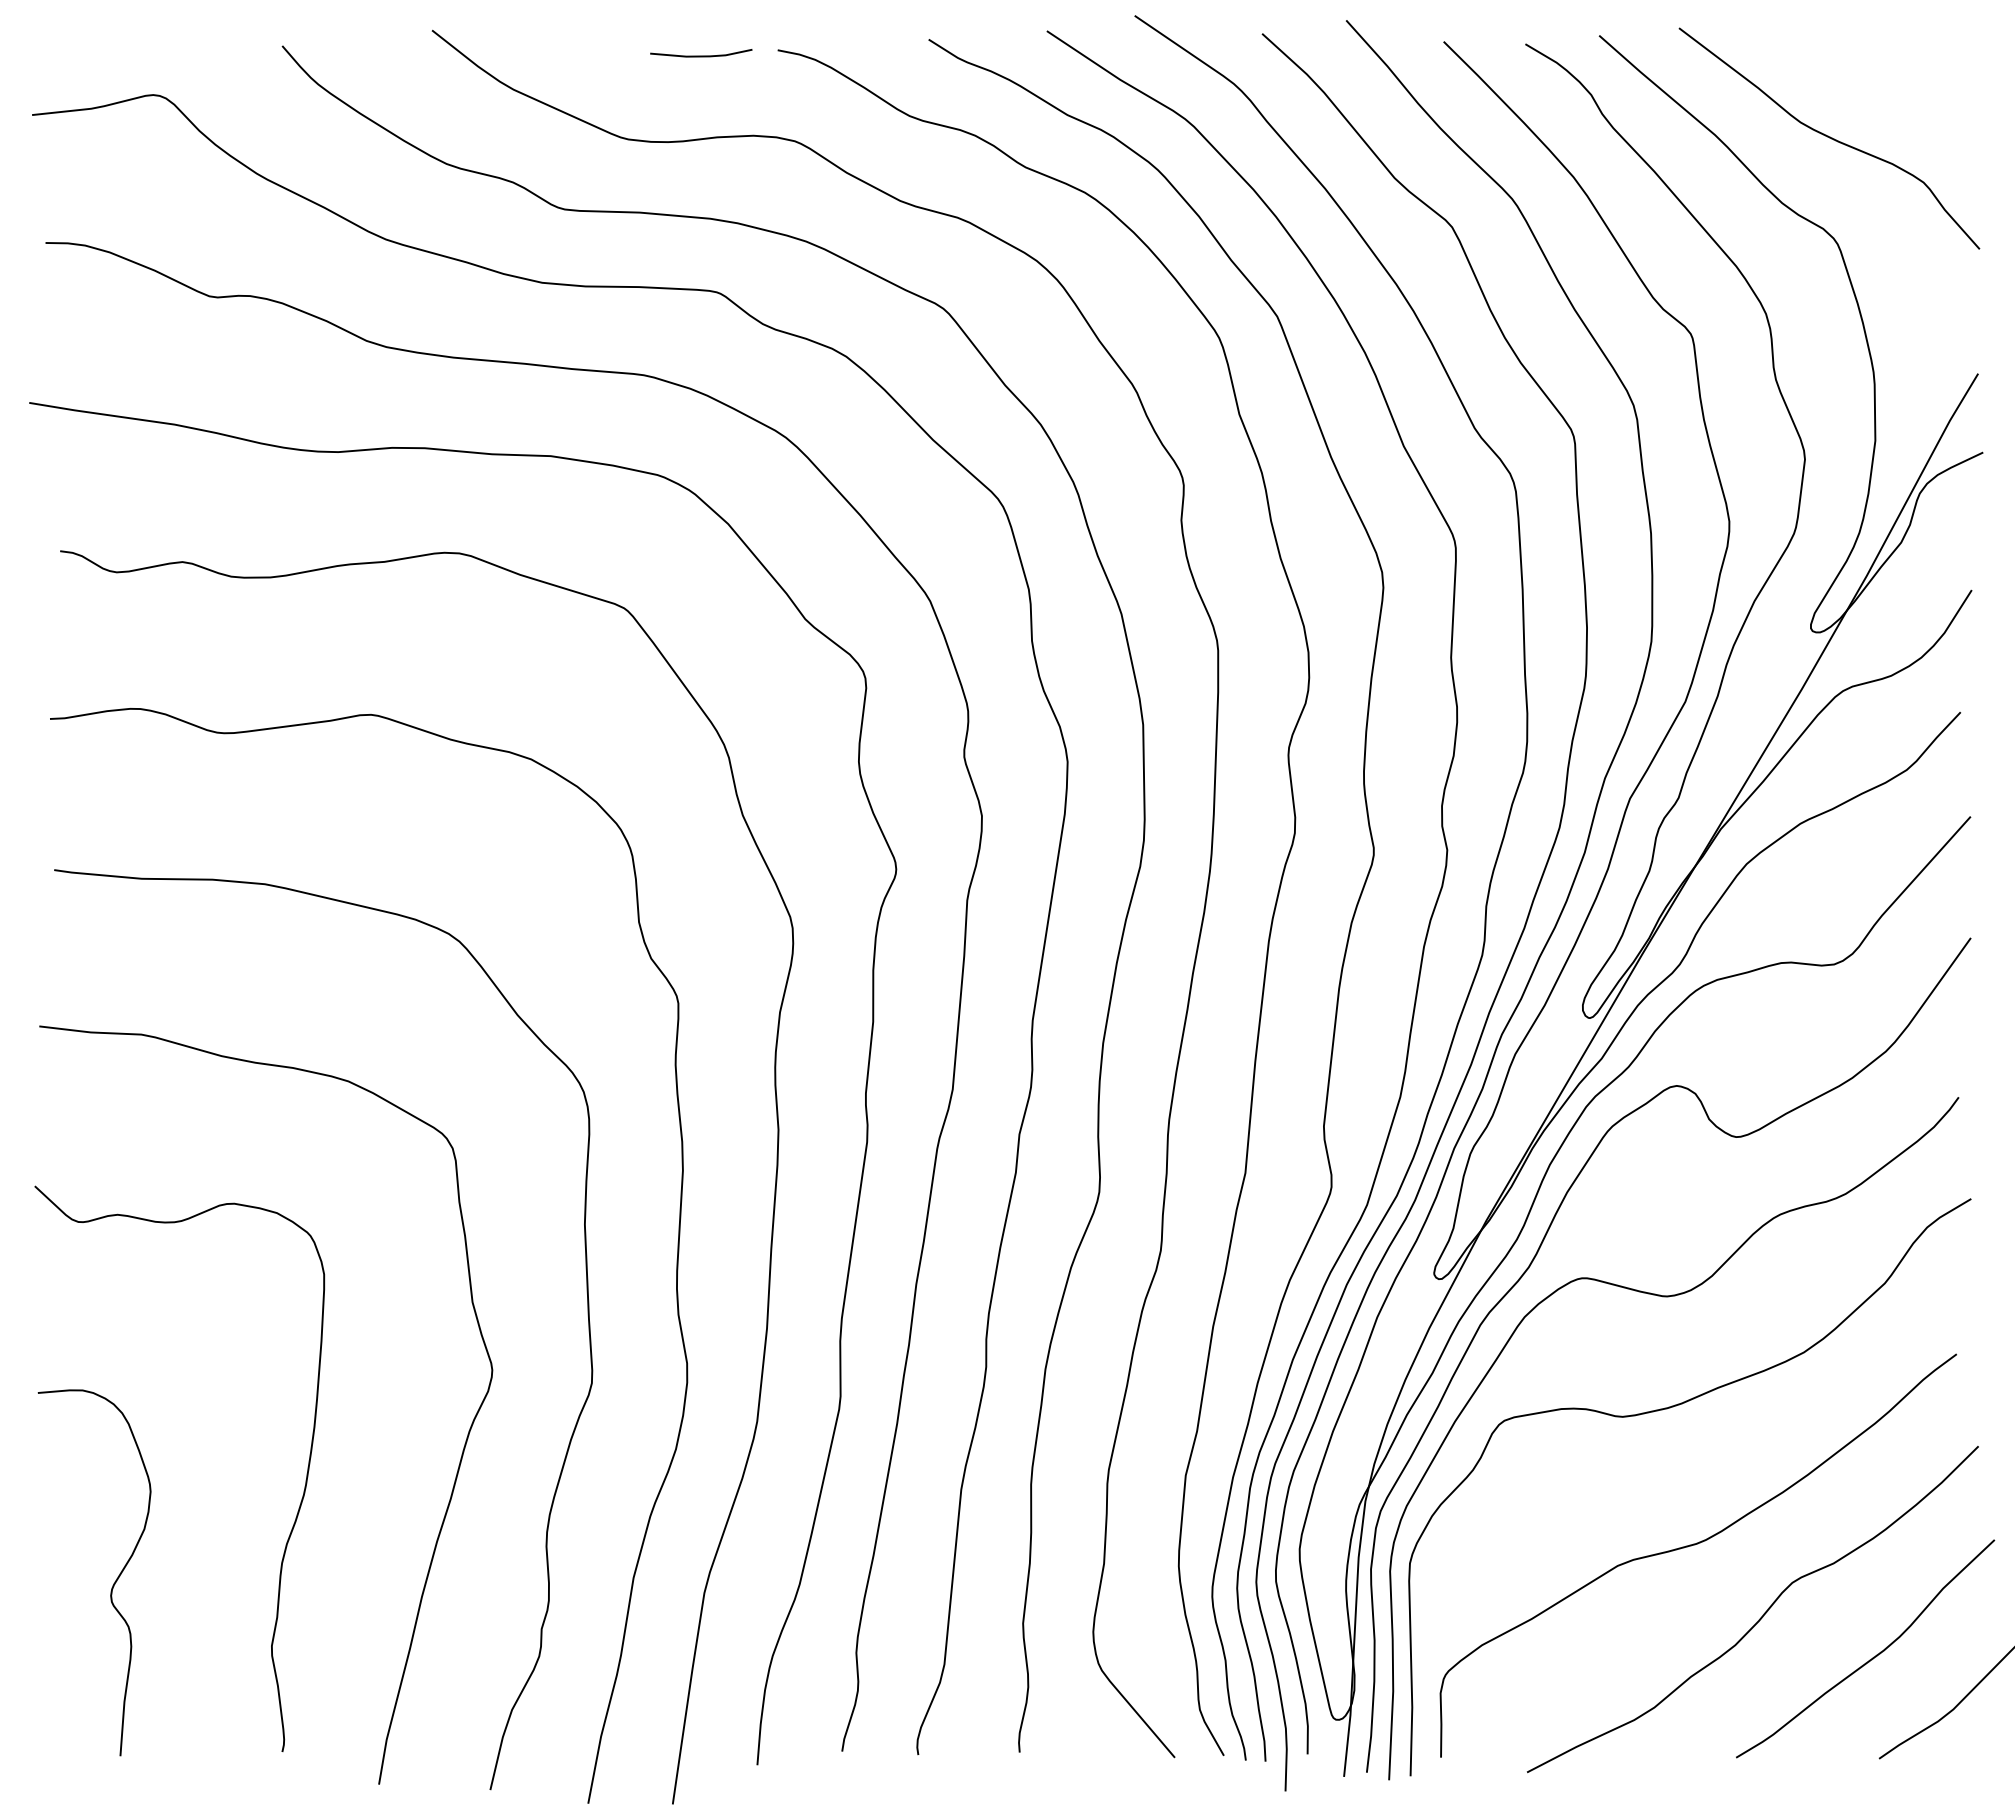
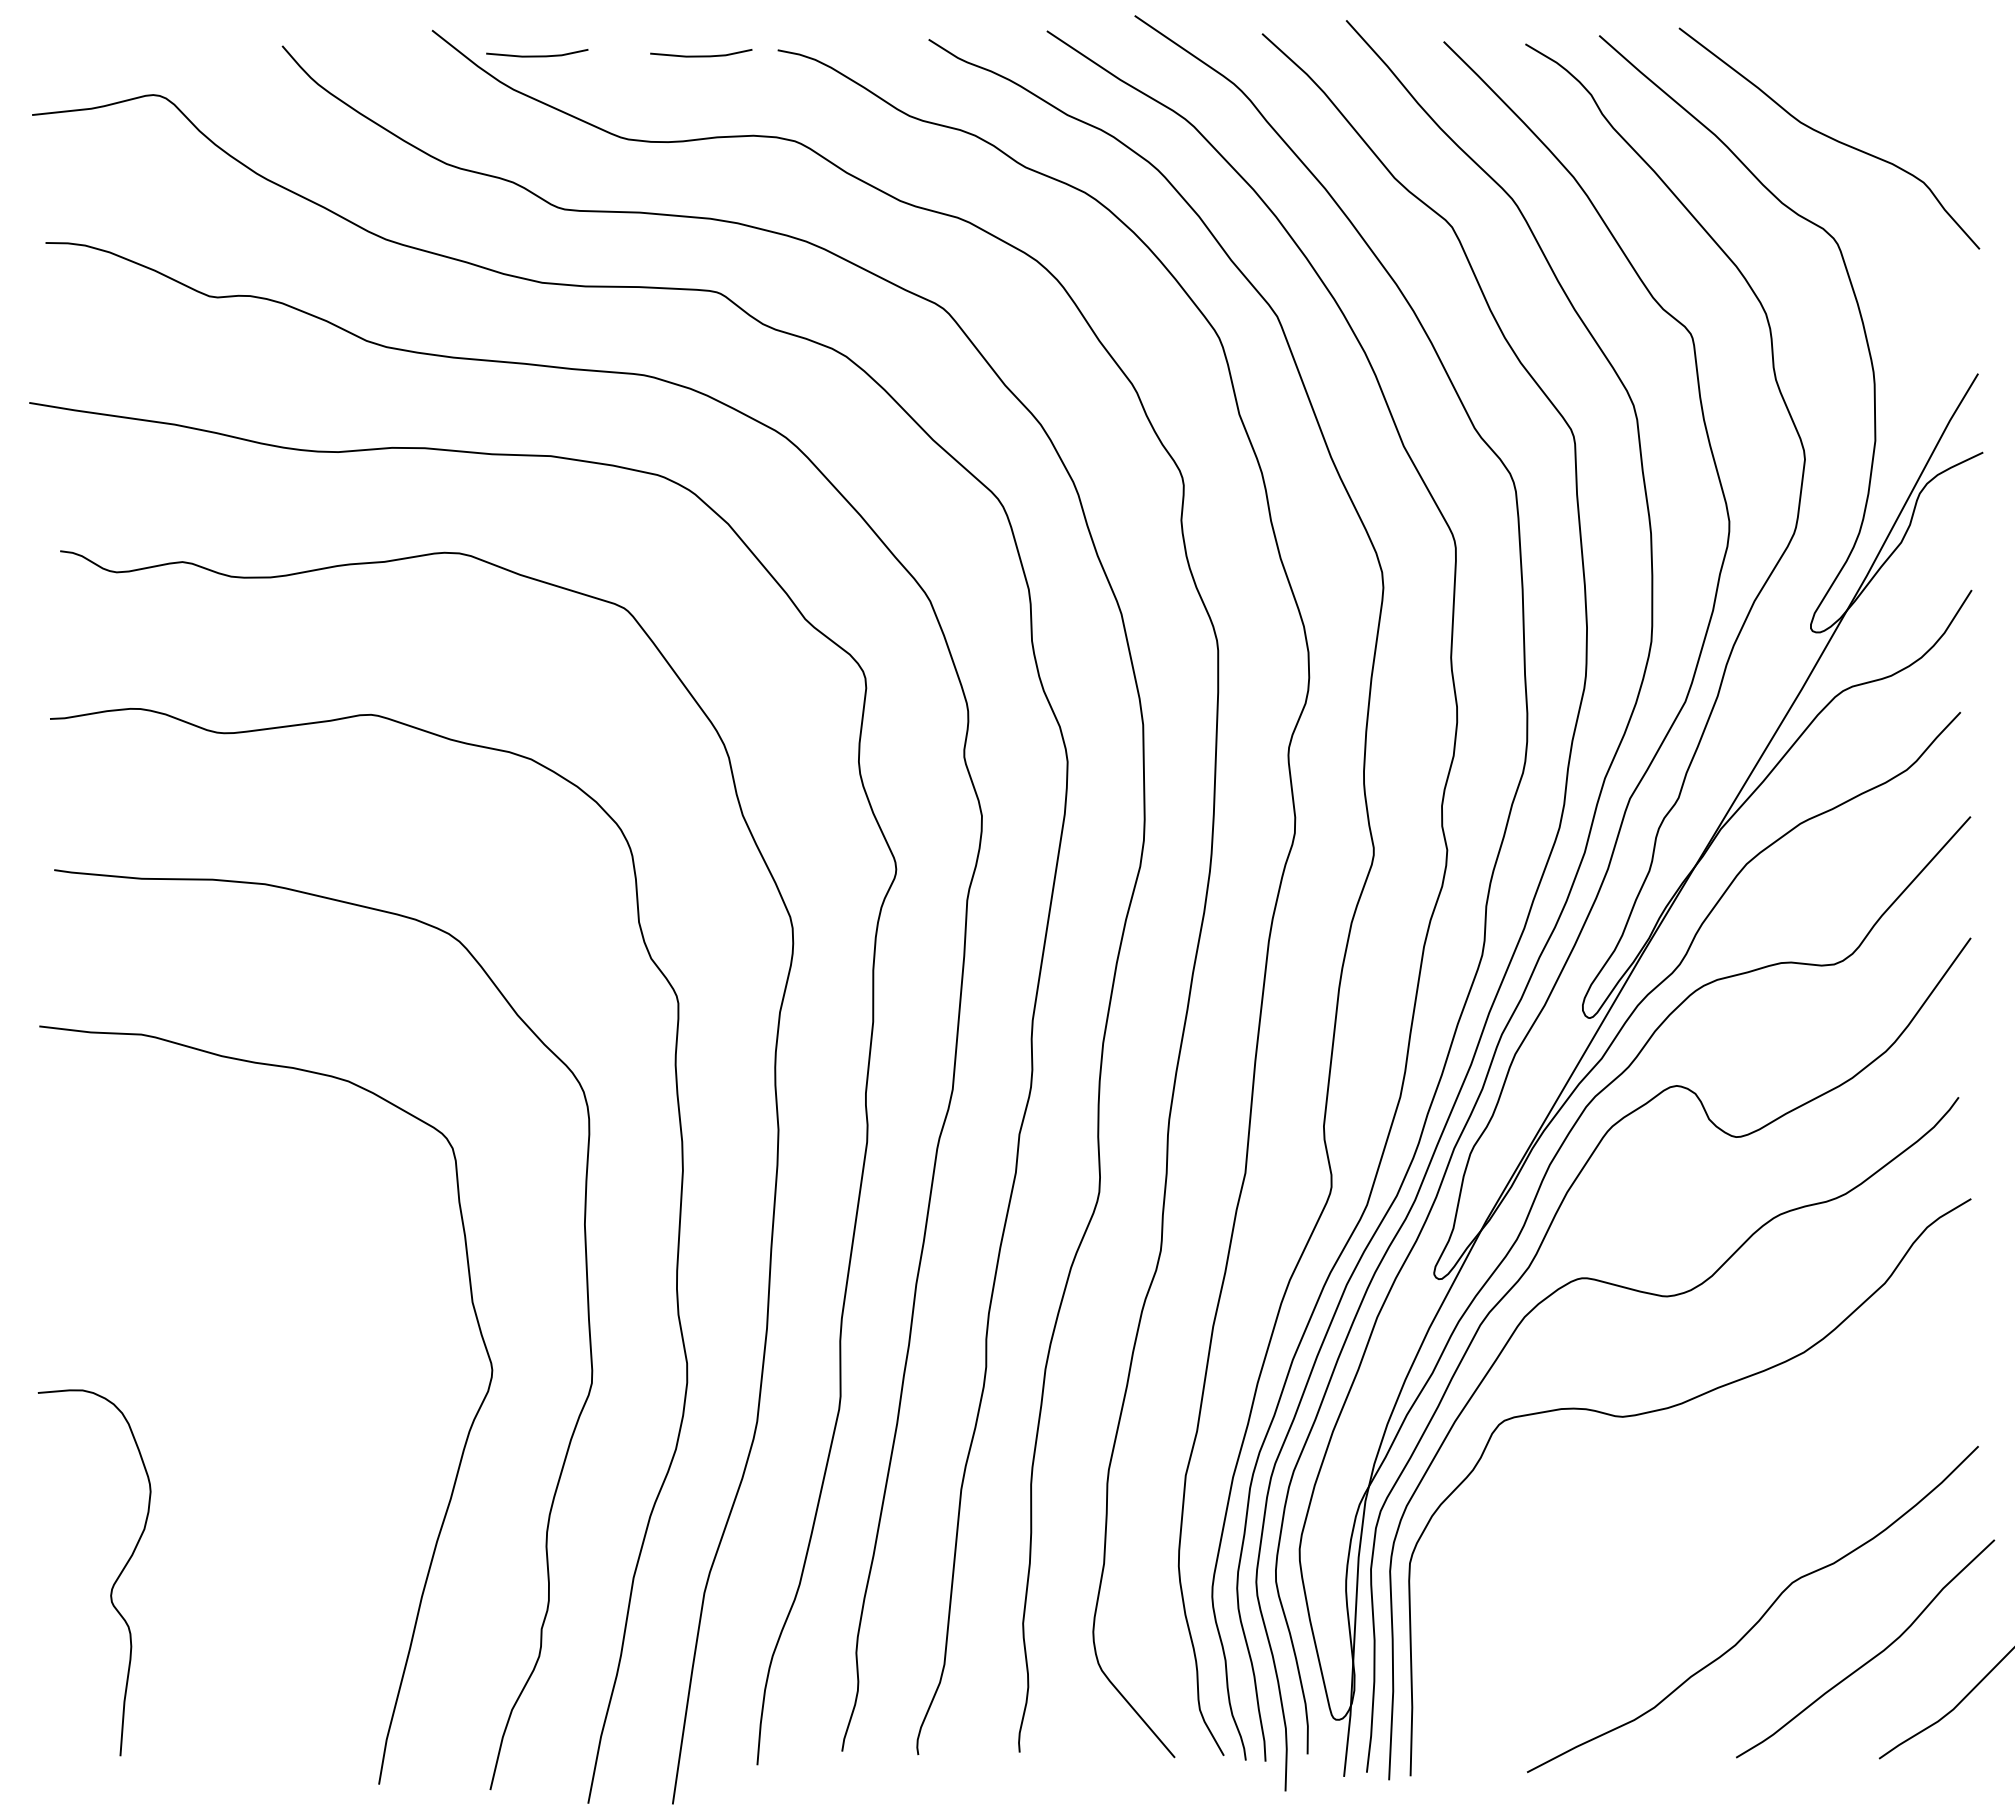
line at (537, 55): none -> present
curve at (300, 1501): present -> none
curve at (1695, 1545): present -> none
